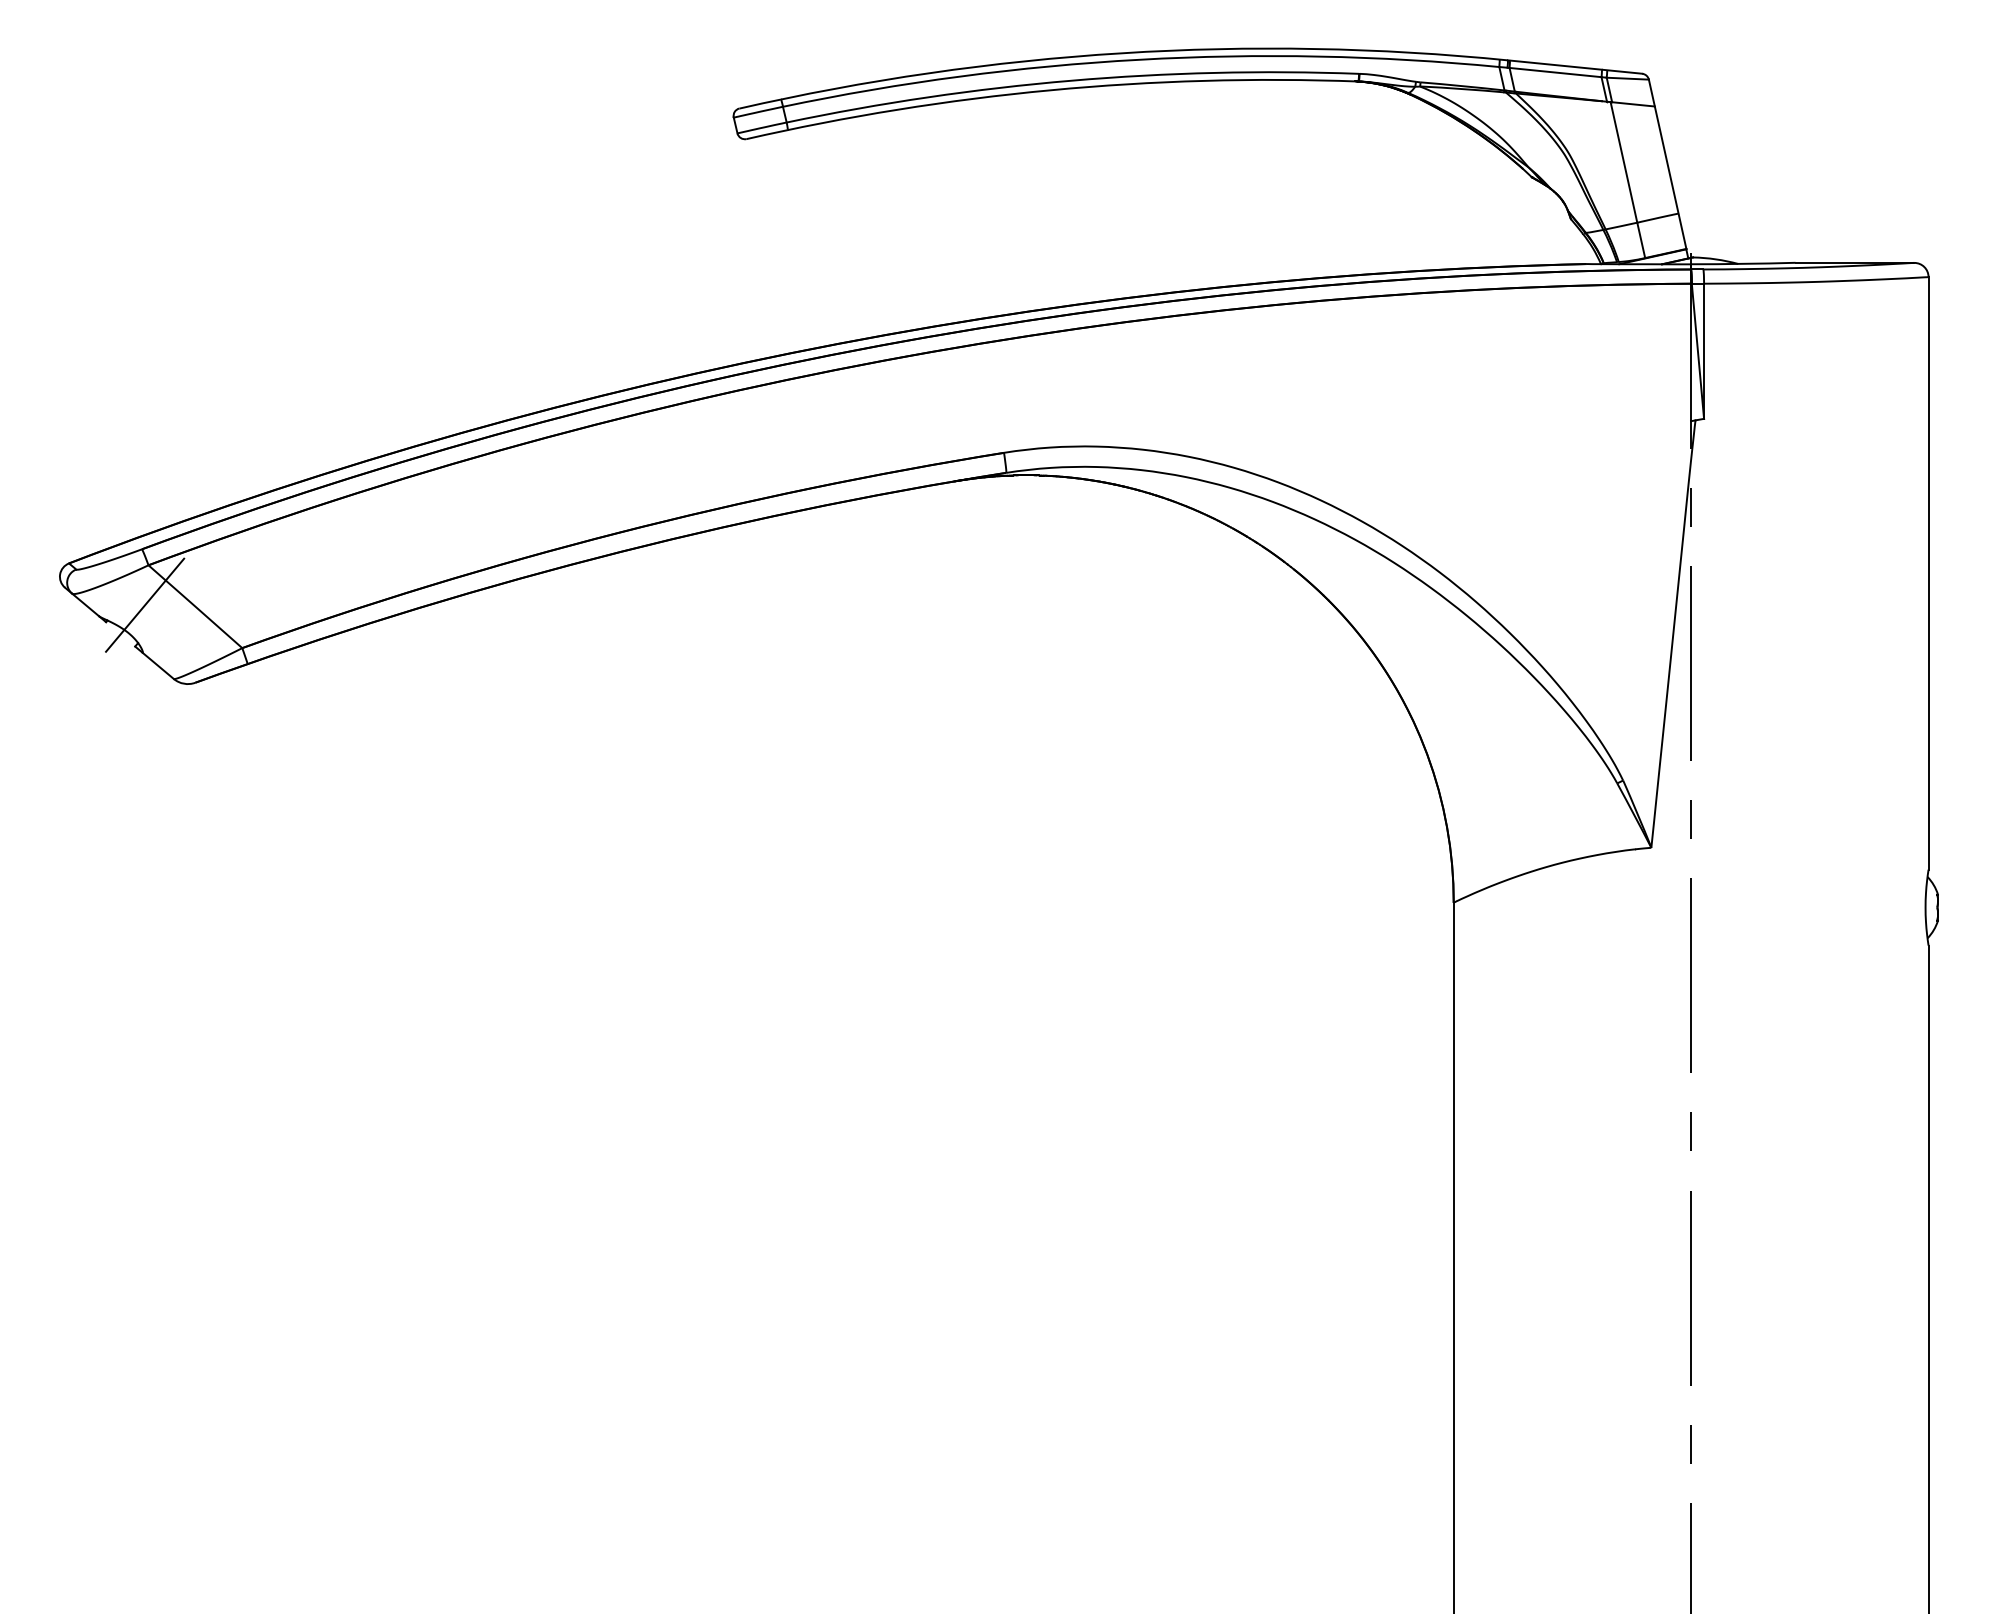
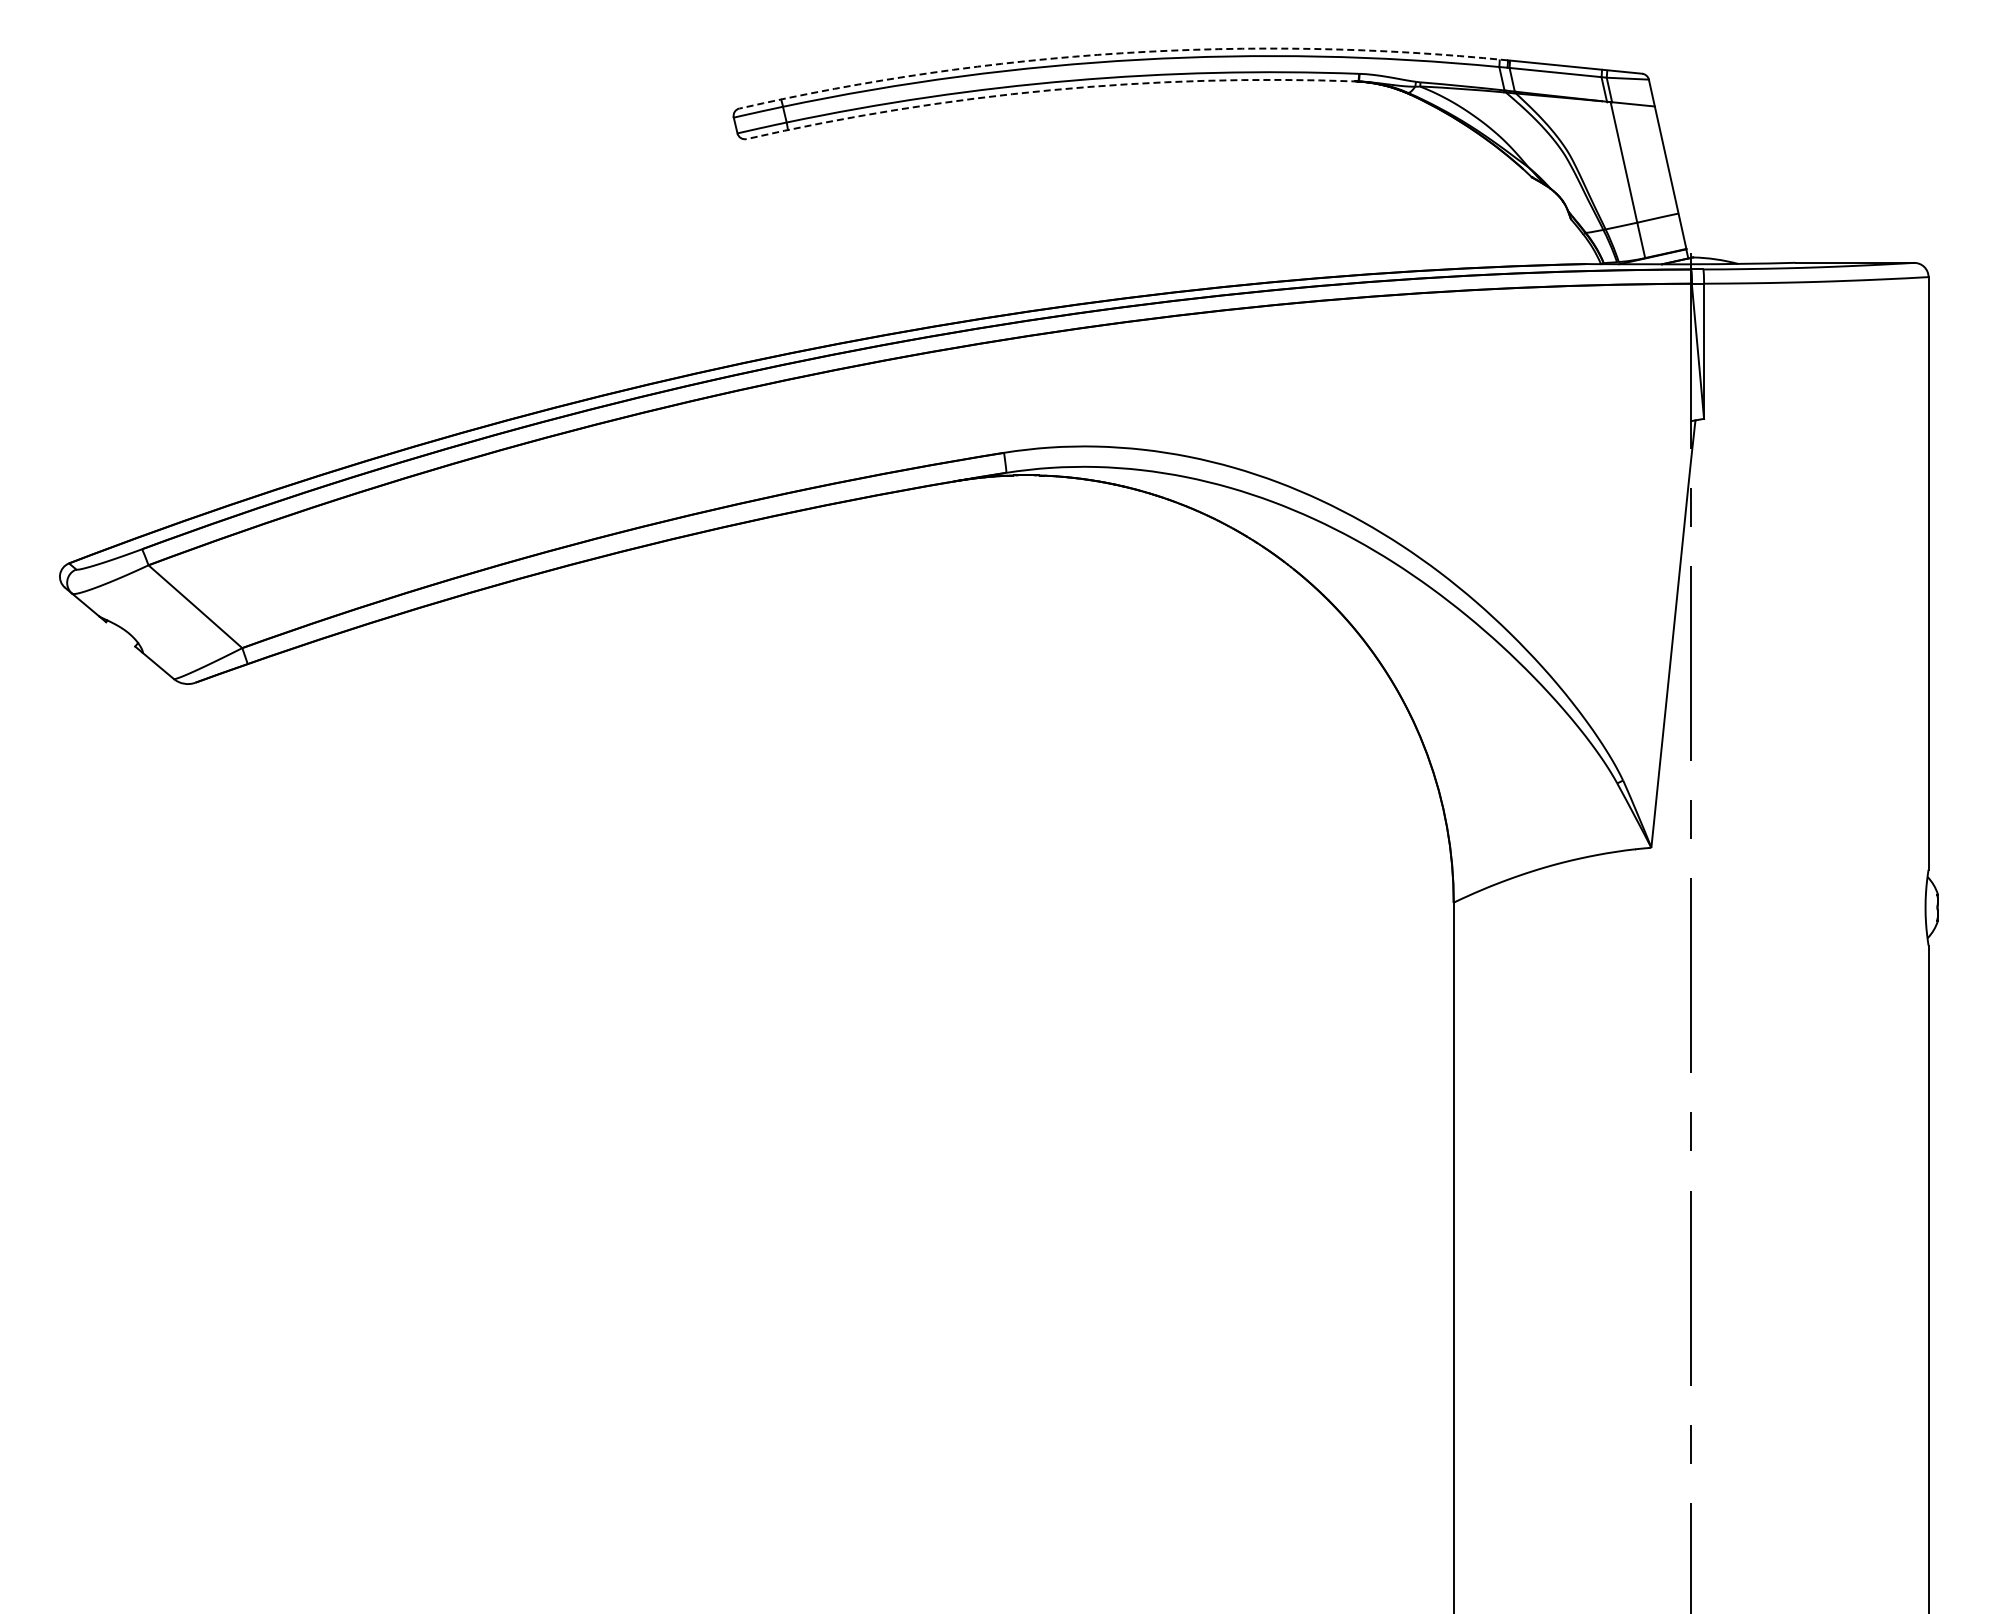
arc at (1121, 53): solid -> dashed
arc at (1050, 90): solid -> dashed
line at (144, 604): present -> none
